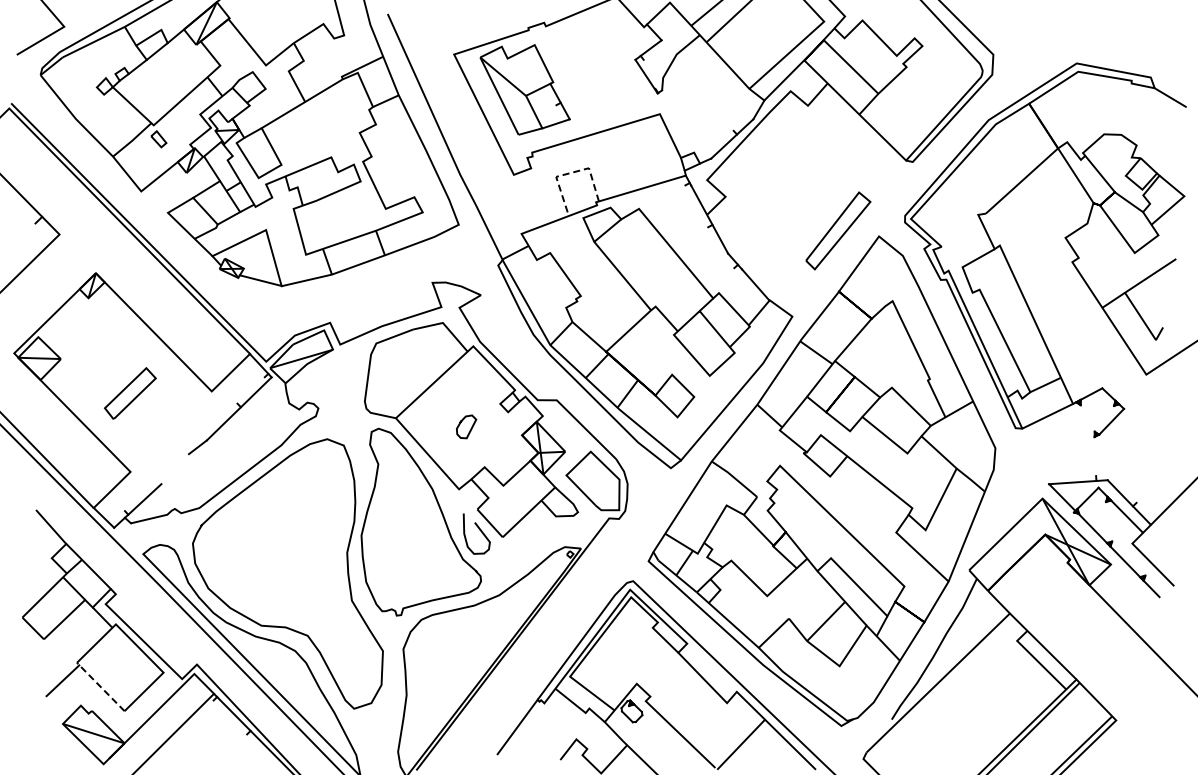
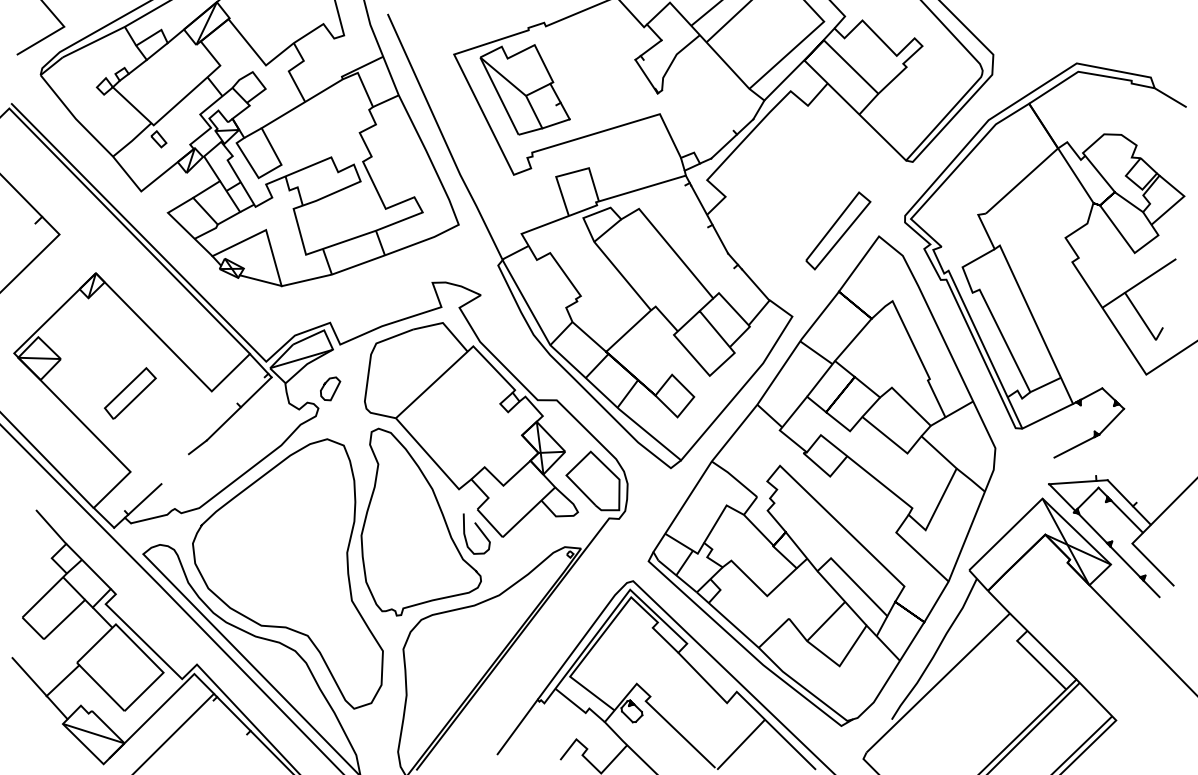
line at (568, 173): dashed -> solid
curve at (470, 428) position: (470, 428) -> (334, 390)
line at (1076, 445): none -> present
line at (100, 687): dashed -> solid
line at (39, 688): none -> present
